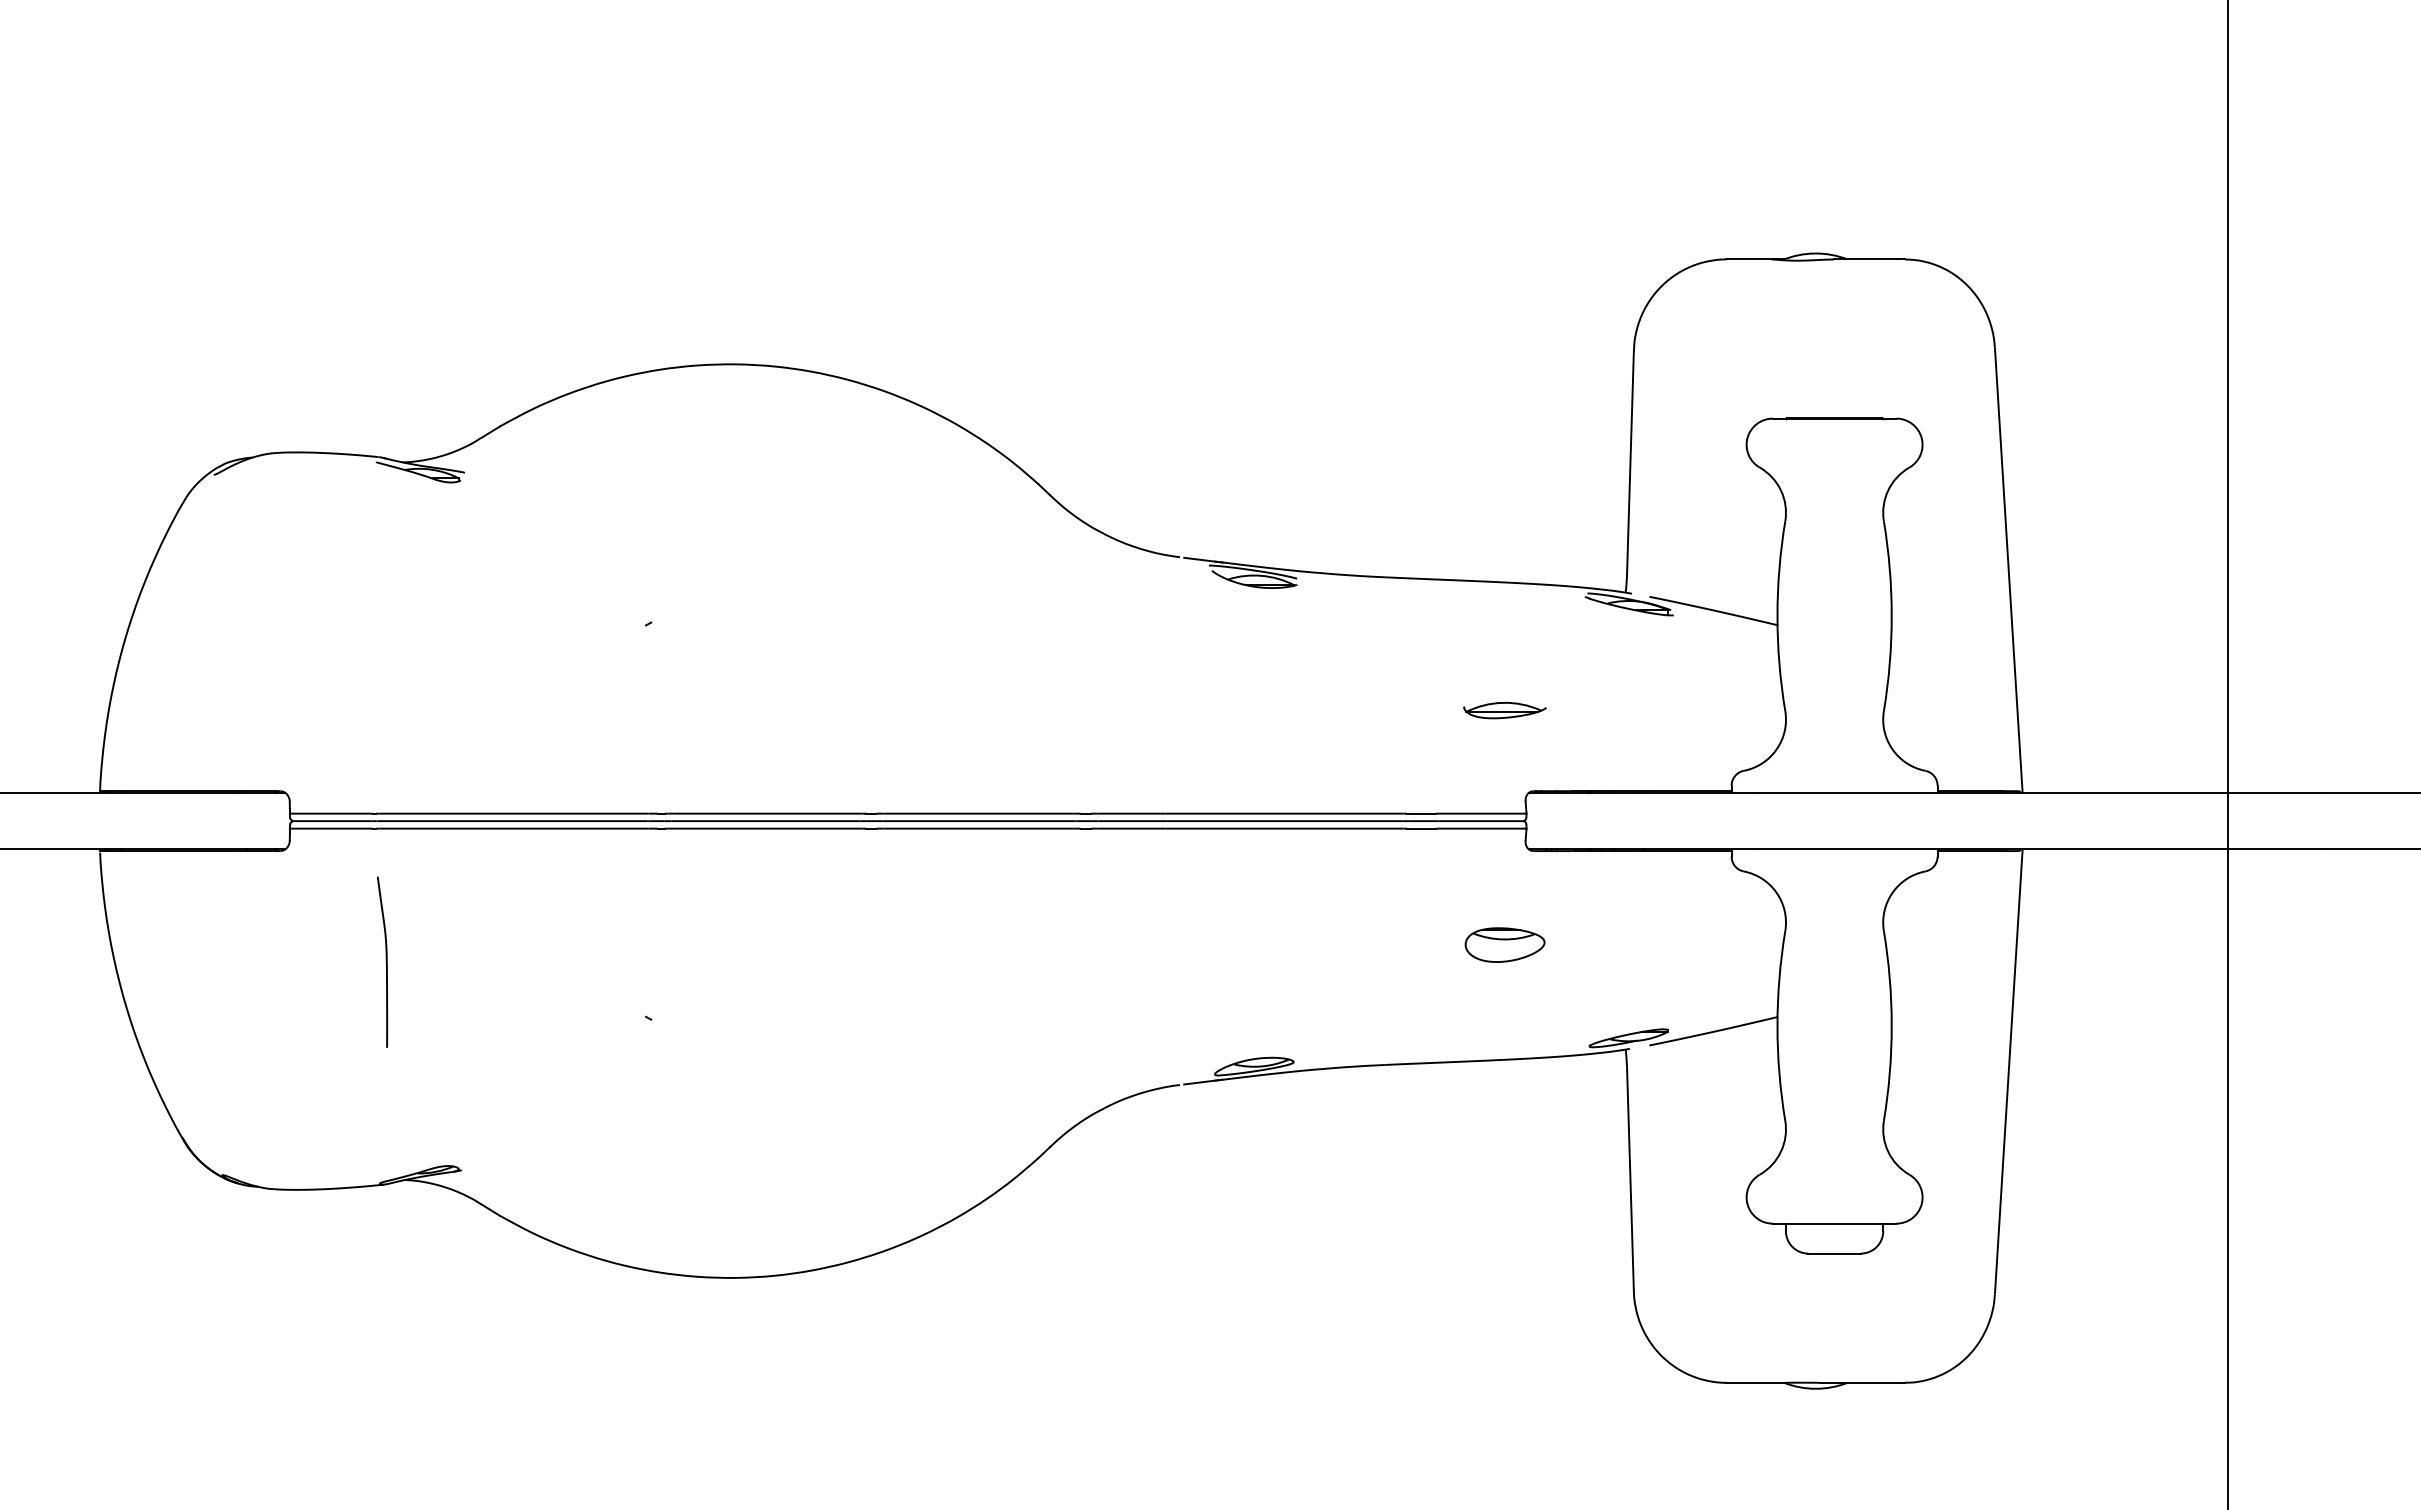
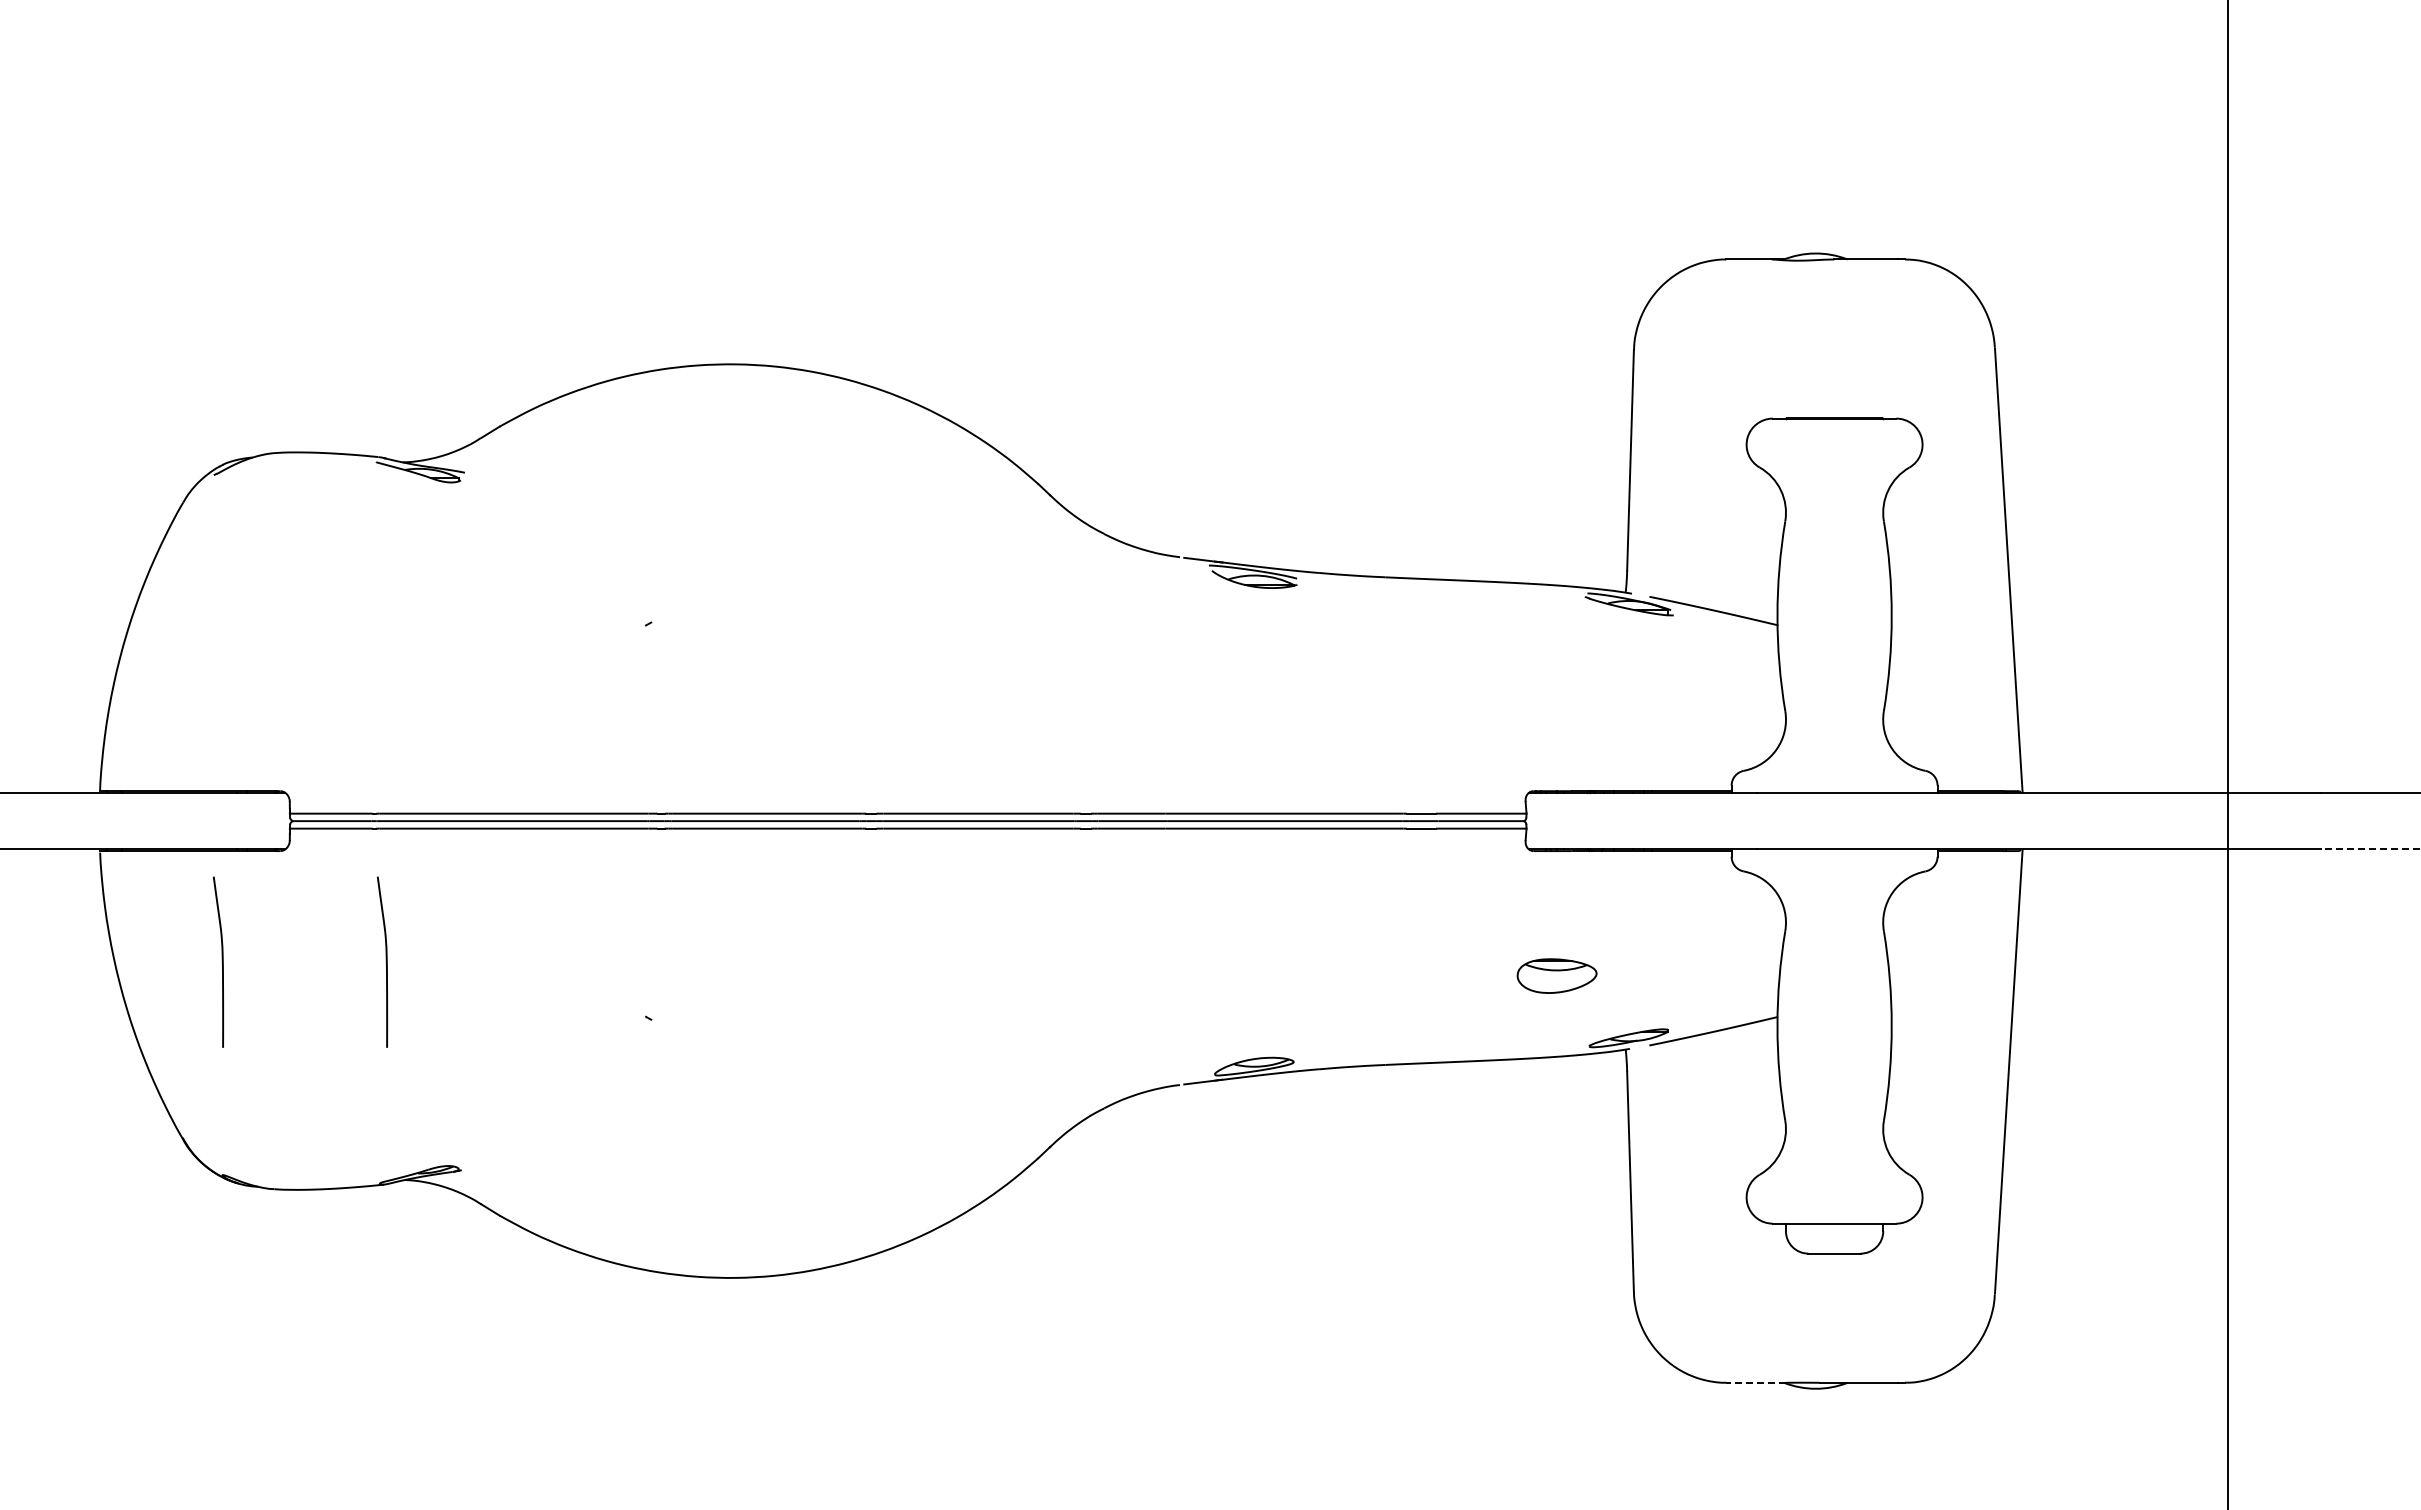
part at (1504, 710): present -> none
line at (2370, 849): solid -> dashed
part at (1504, 944) position: (1504, 944) -> (1556, 975)
curve at (221, 961): none -> present
line at (1756, 1382): solid -> dashed
